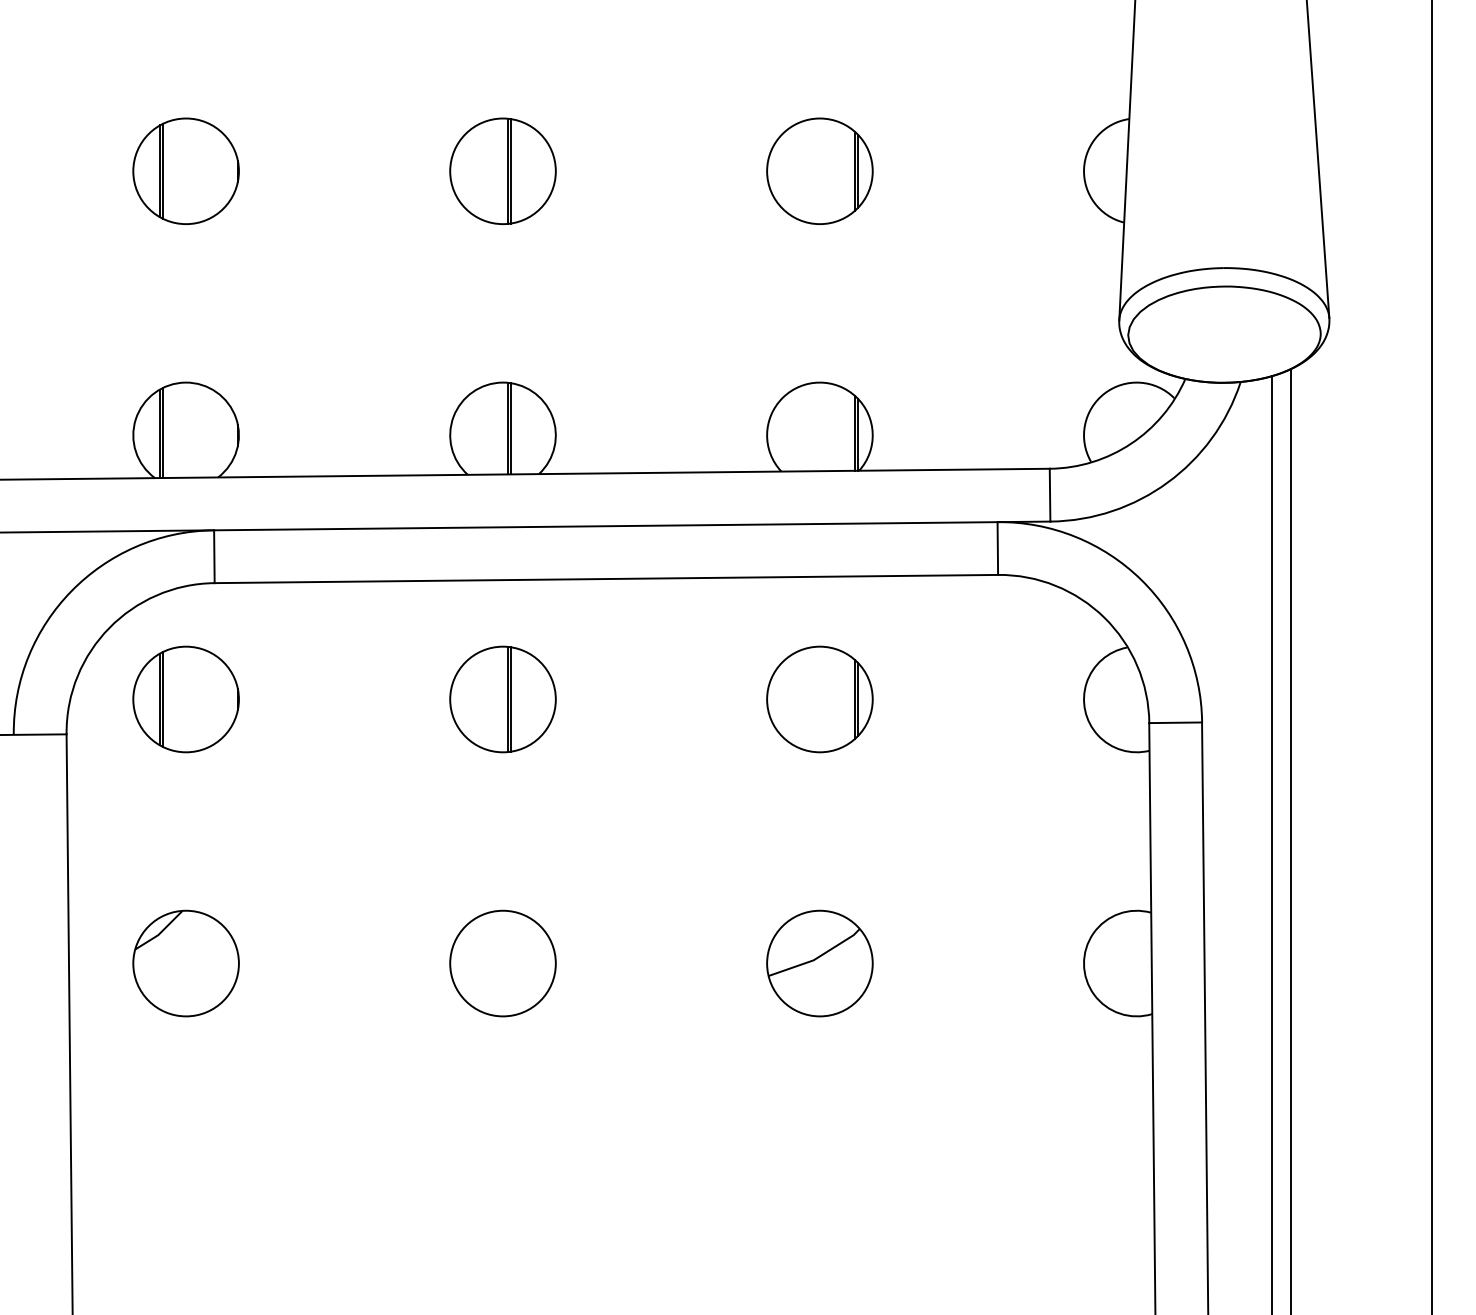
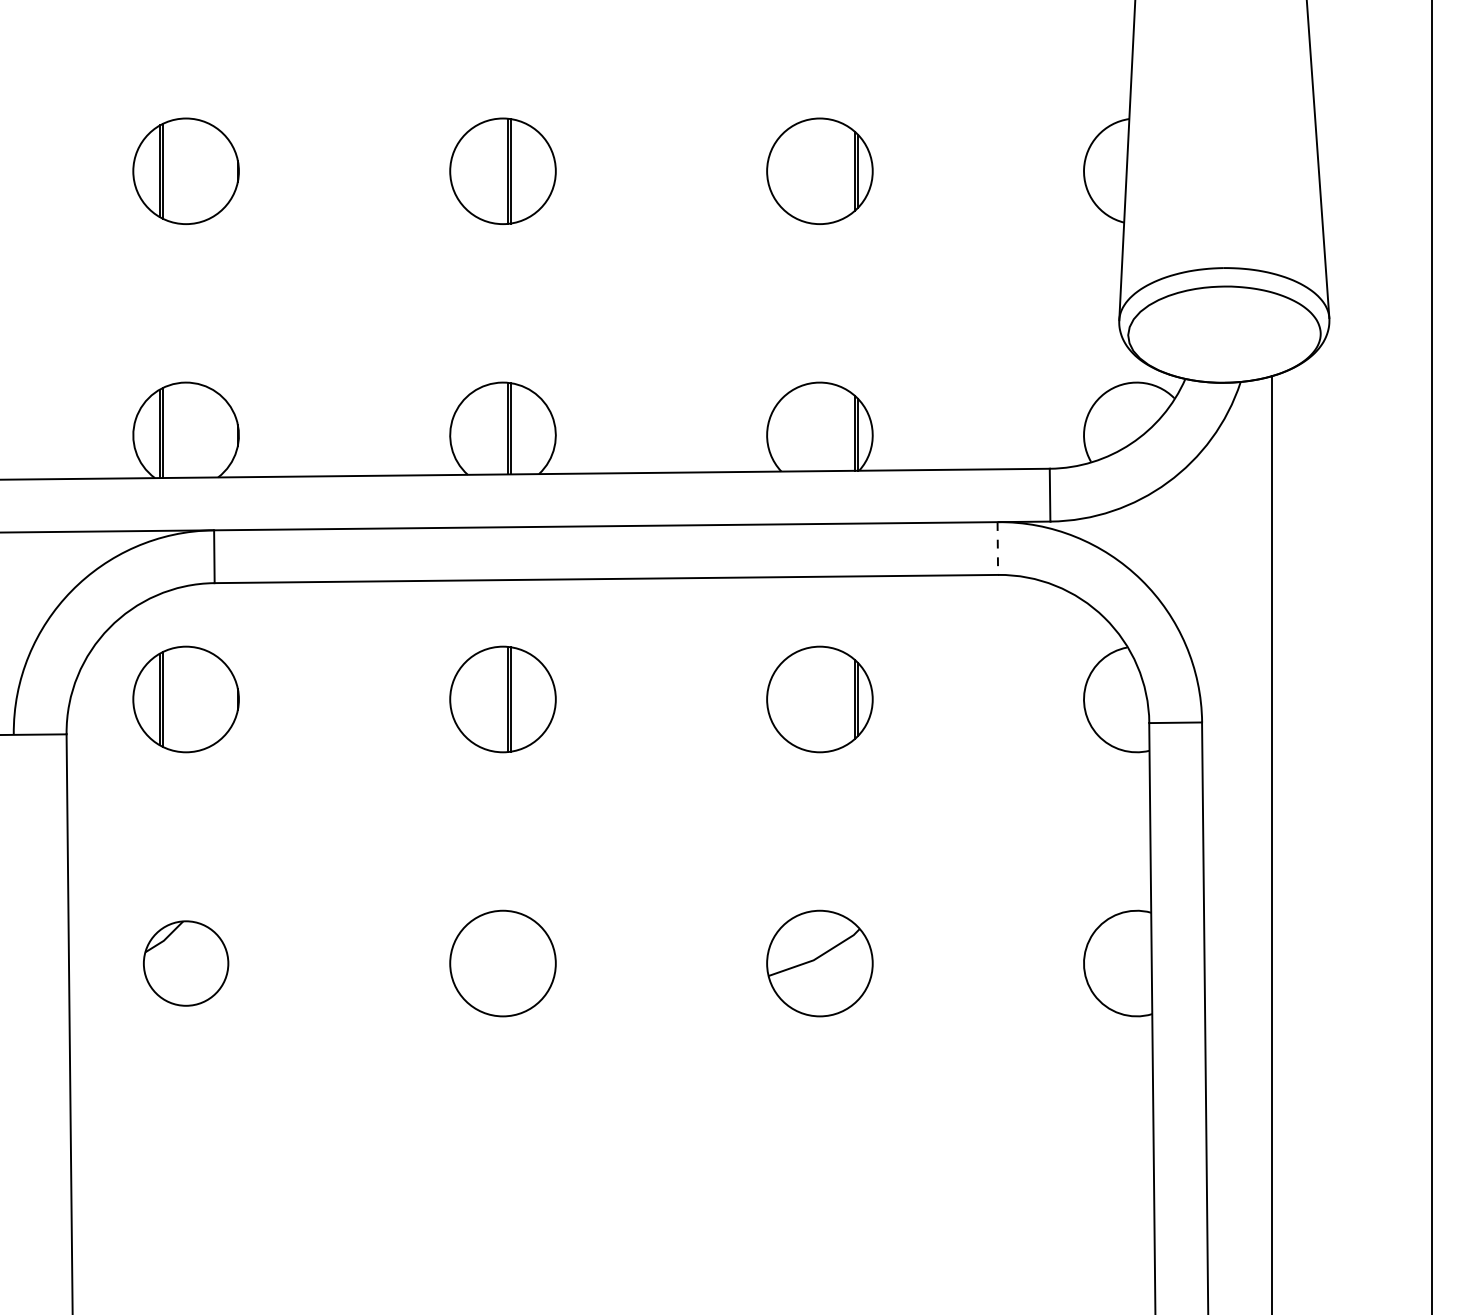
line at (997, 549): solid -> dashed
line at (1290, 840): present -> none
part at (185, 963) size: 108x109 px -> 87x87 px
